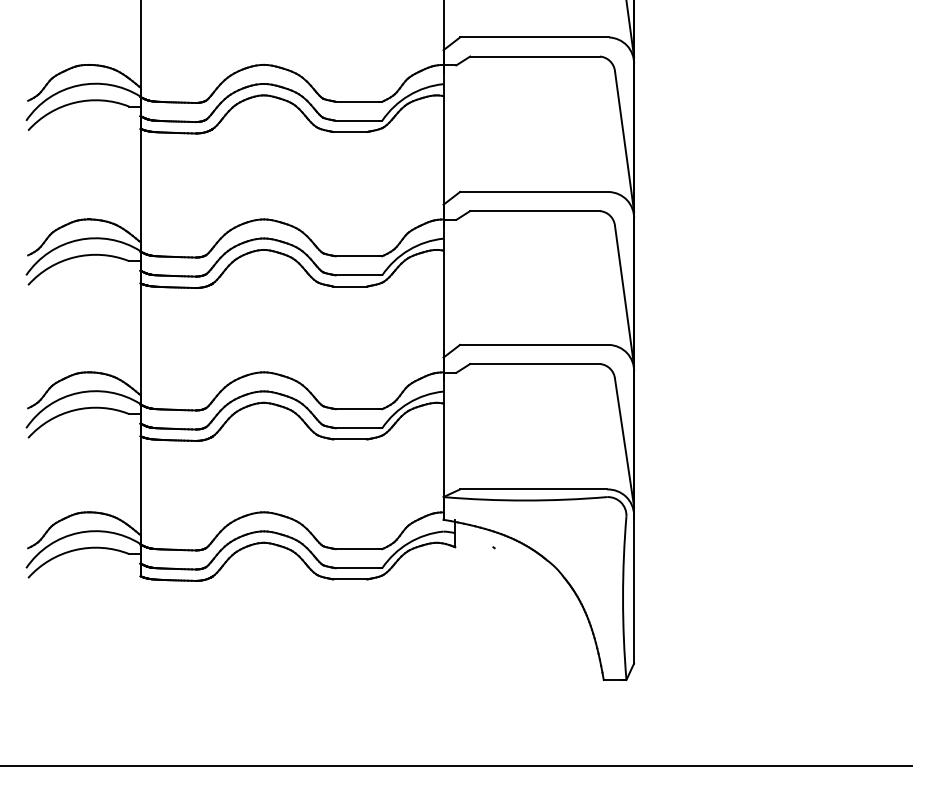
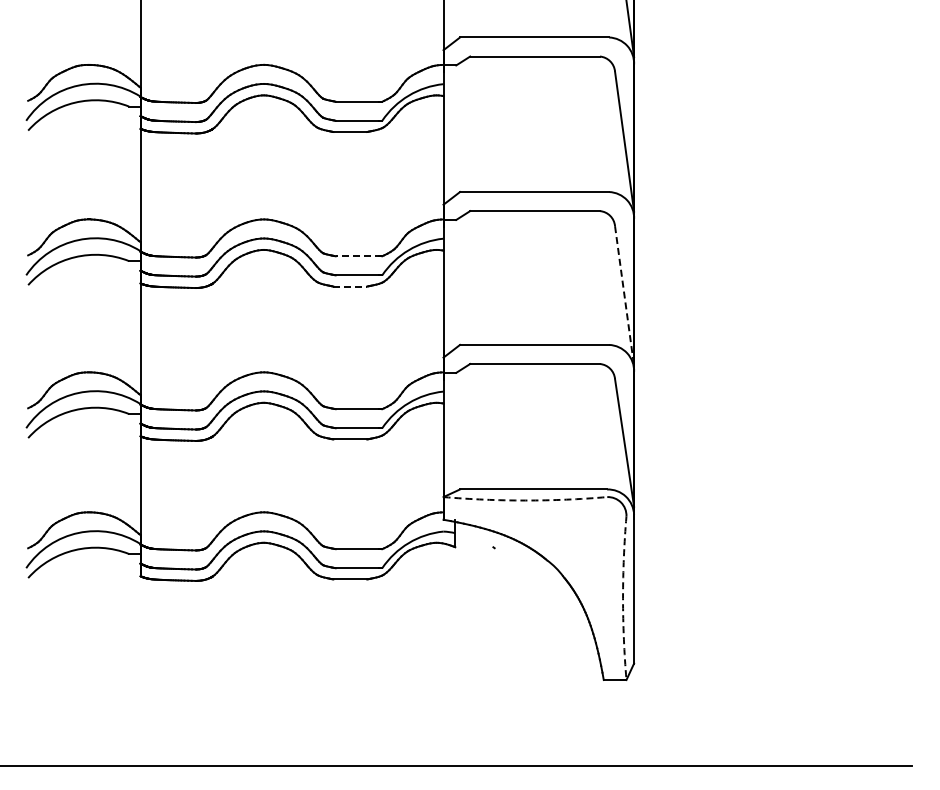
line at (358, 256): solid -> dashed
line at (350, 286): solid -> dashed
line at (624, 296): solid -> dashed
arc at (525, 500): solid -> dashed
arc at (623, 598): solid -> dashed
